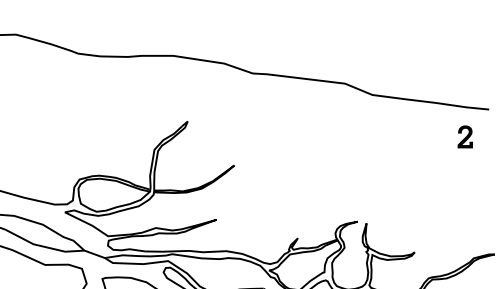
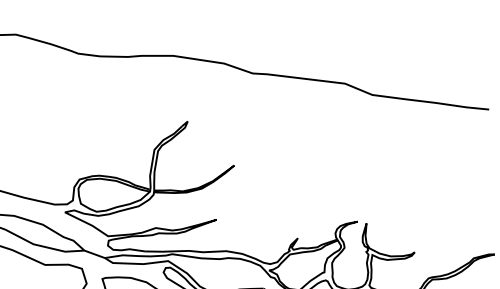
part at (464, 136): present -> none
